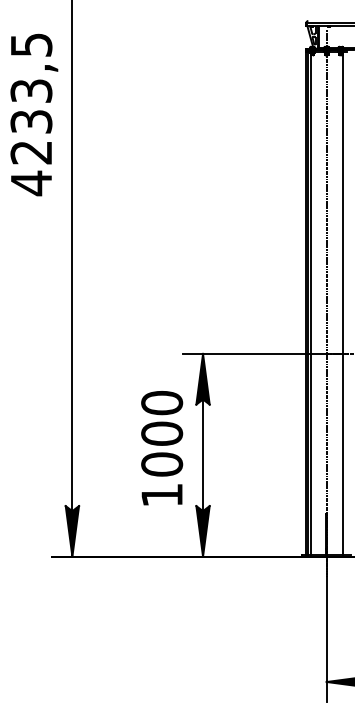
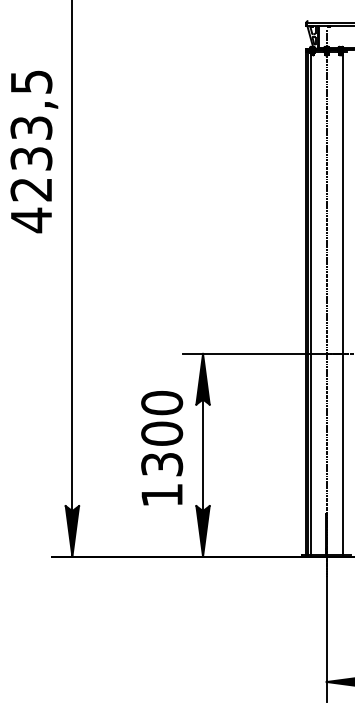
text at (34, 114) position: (34, 114) -> (34, 151)
text at (162, 464): 1000 -> 1300
